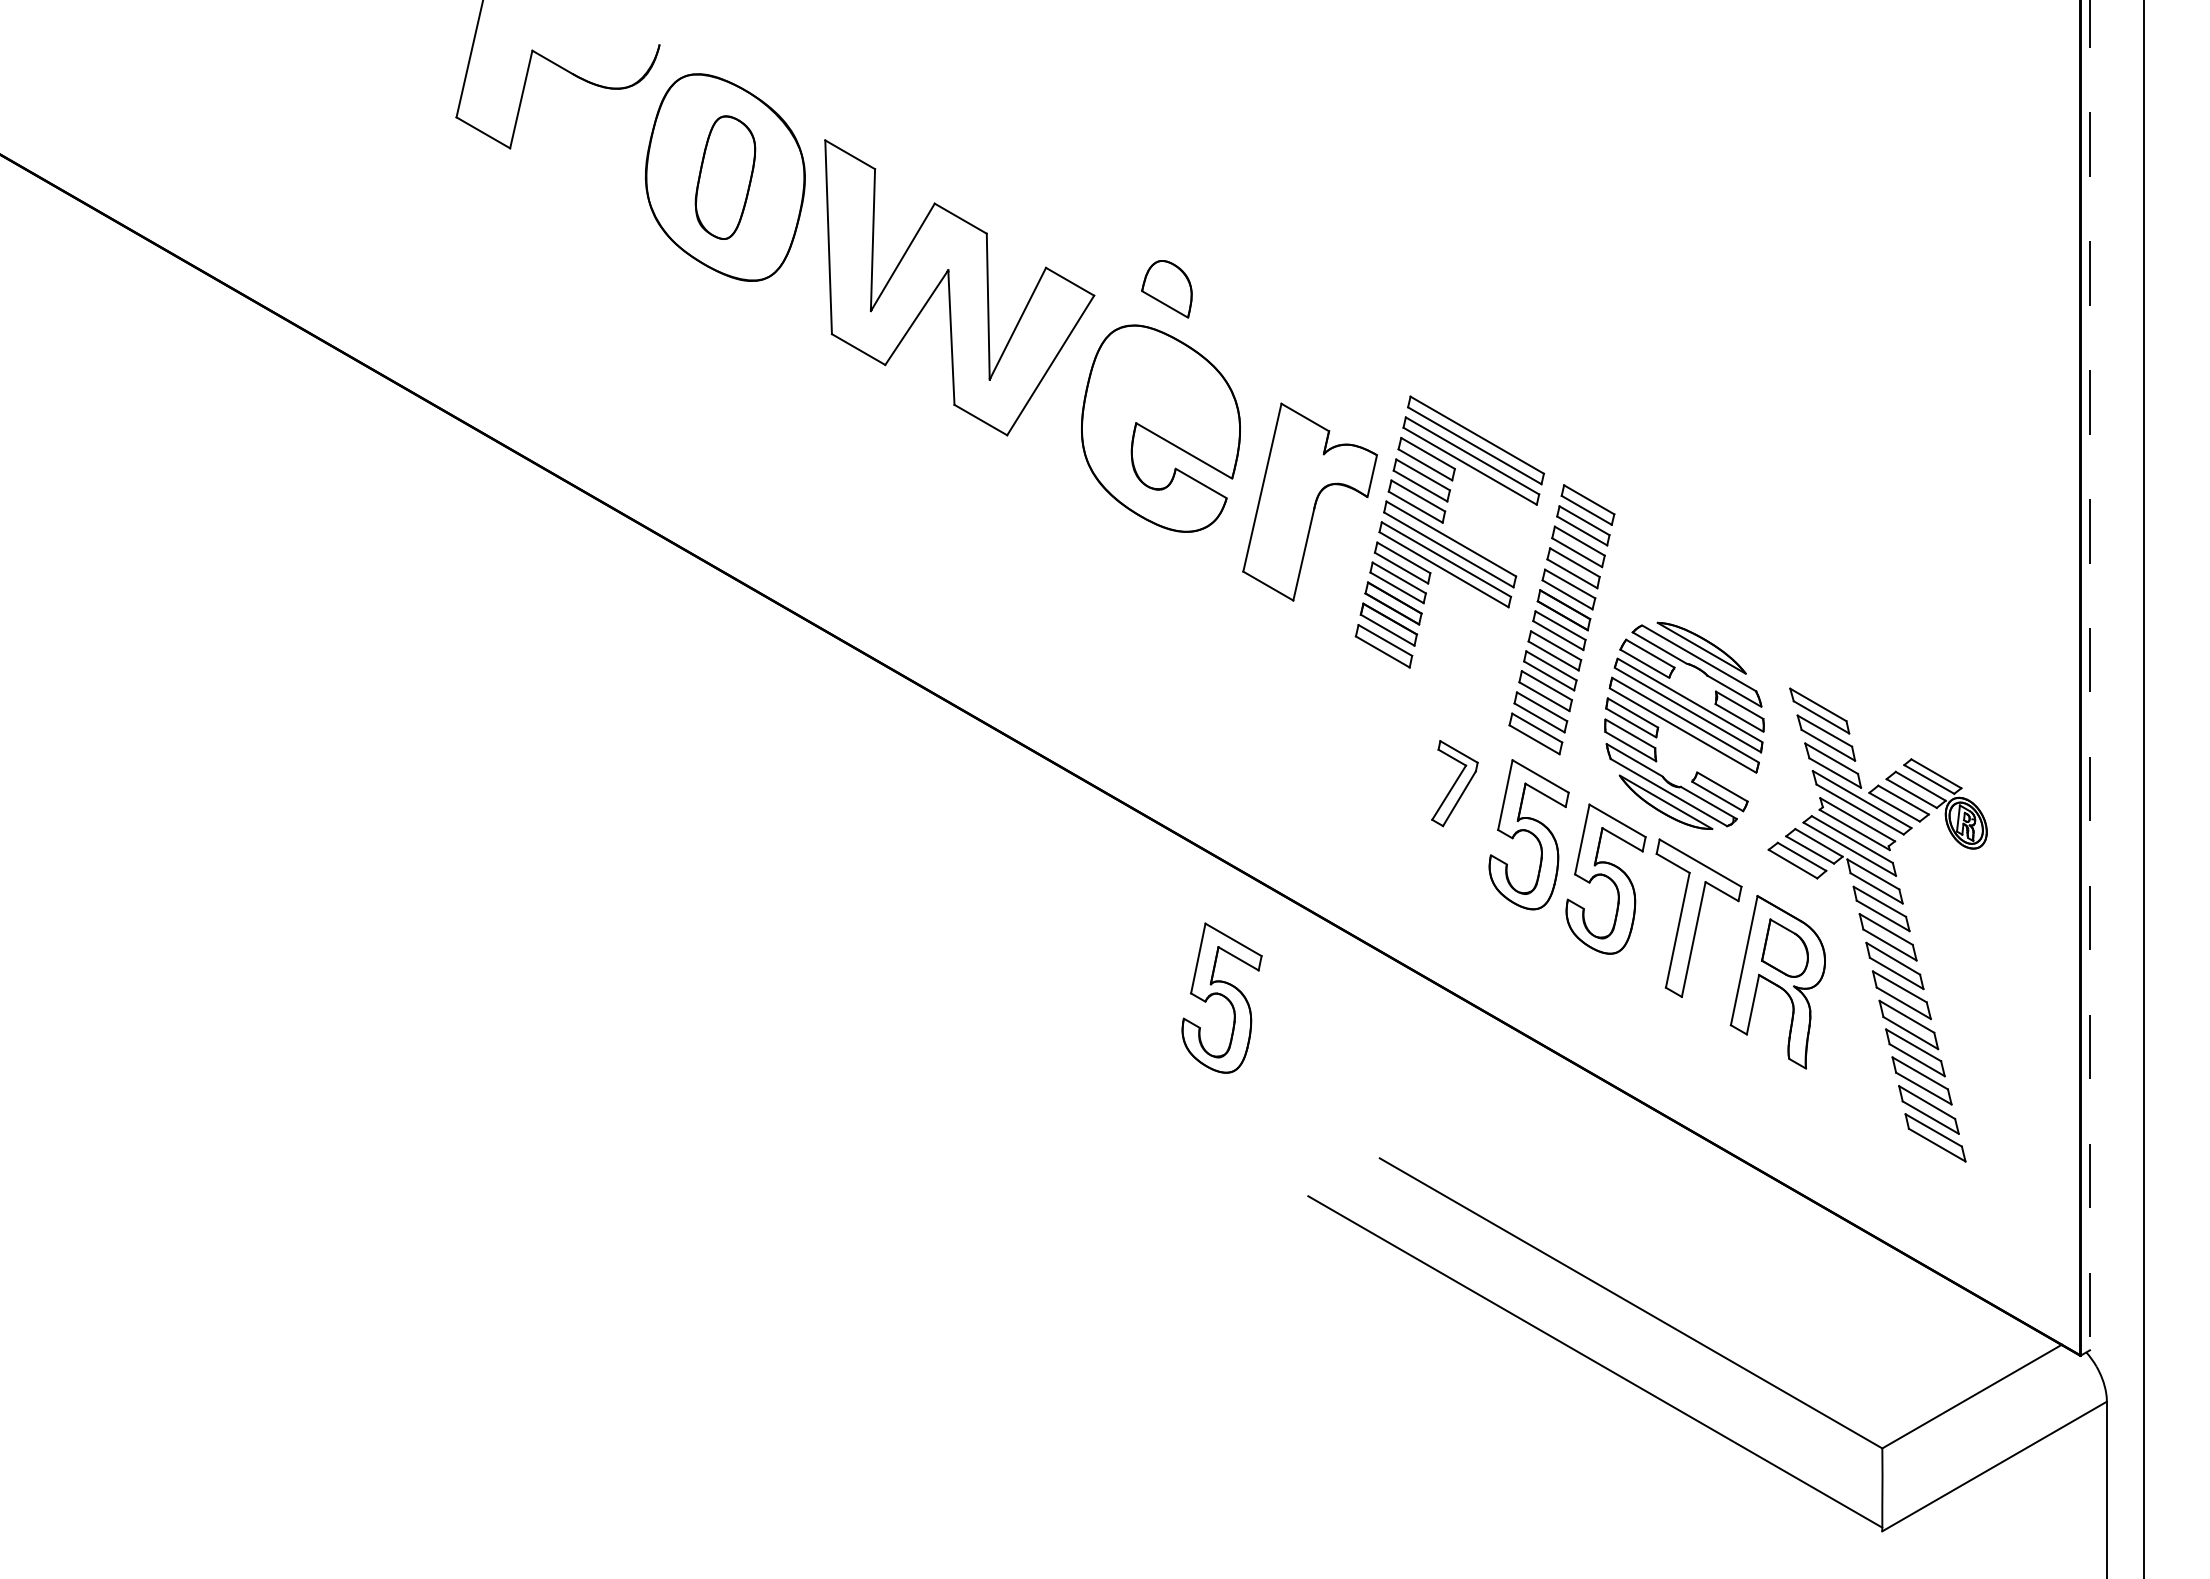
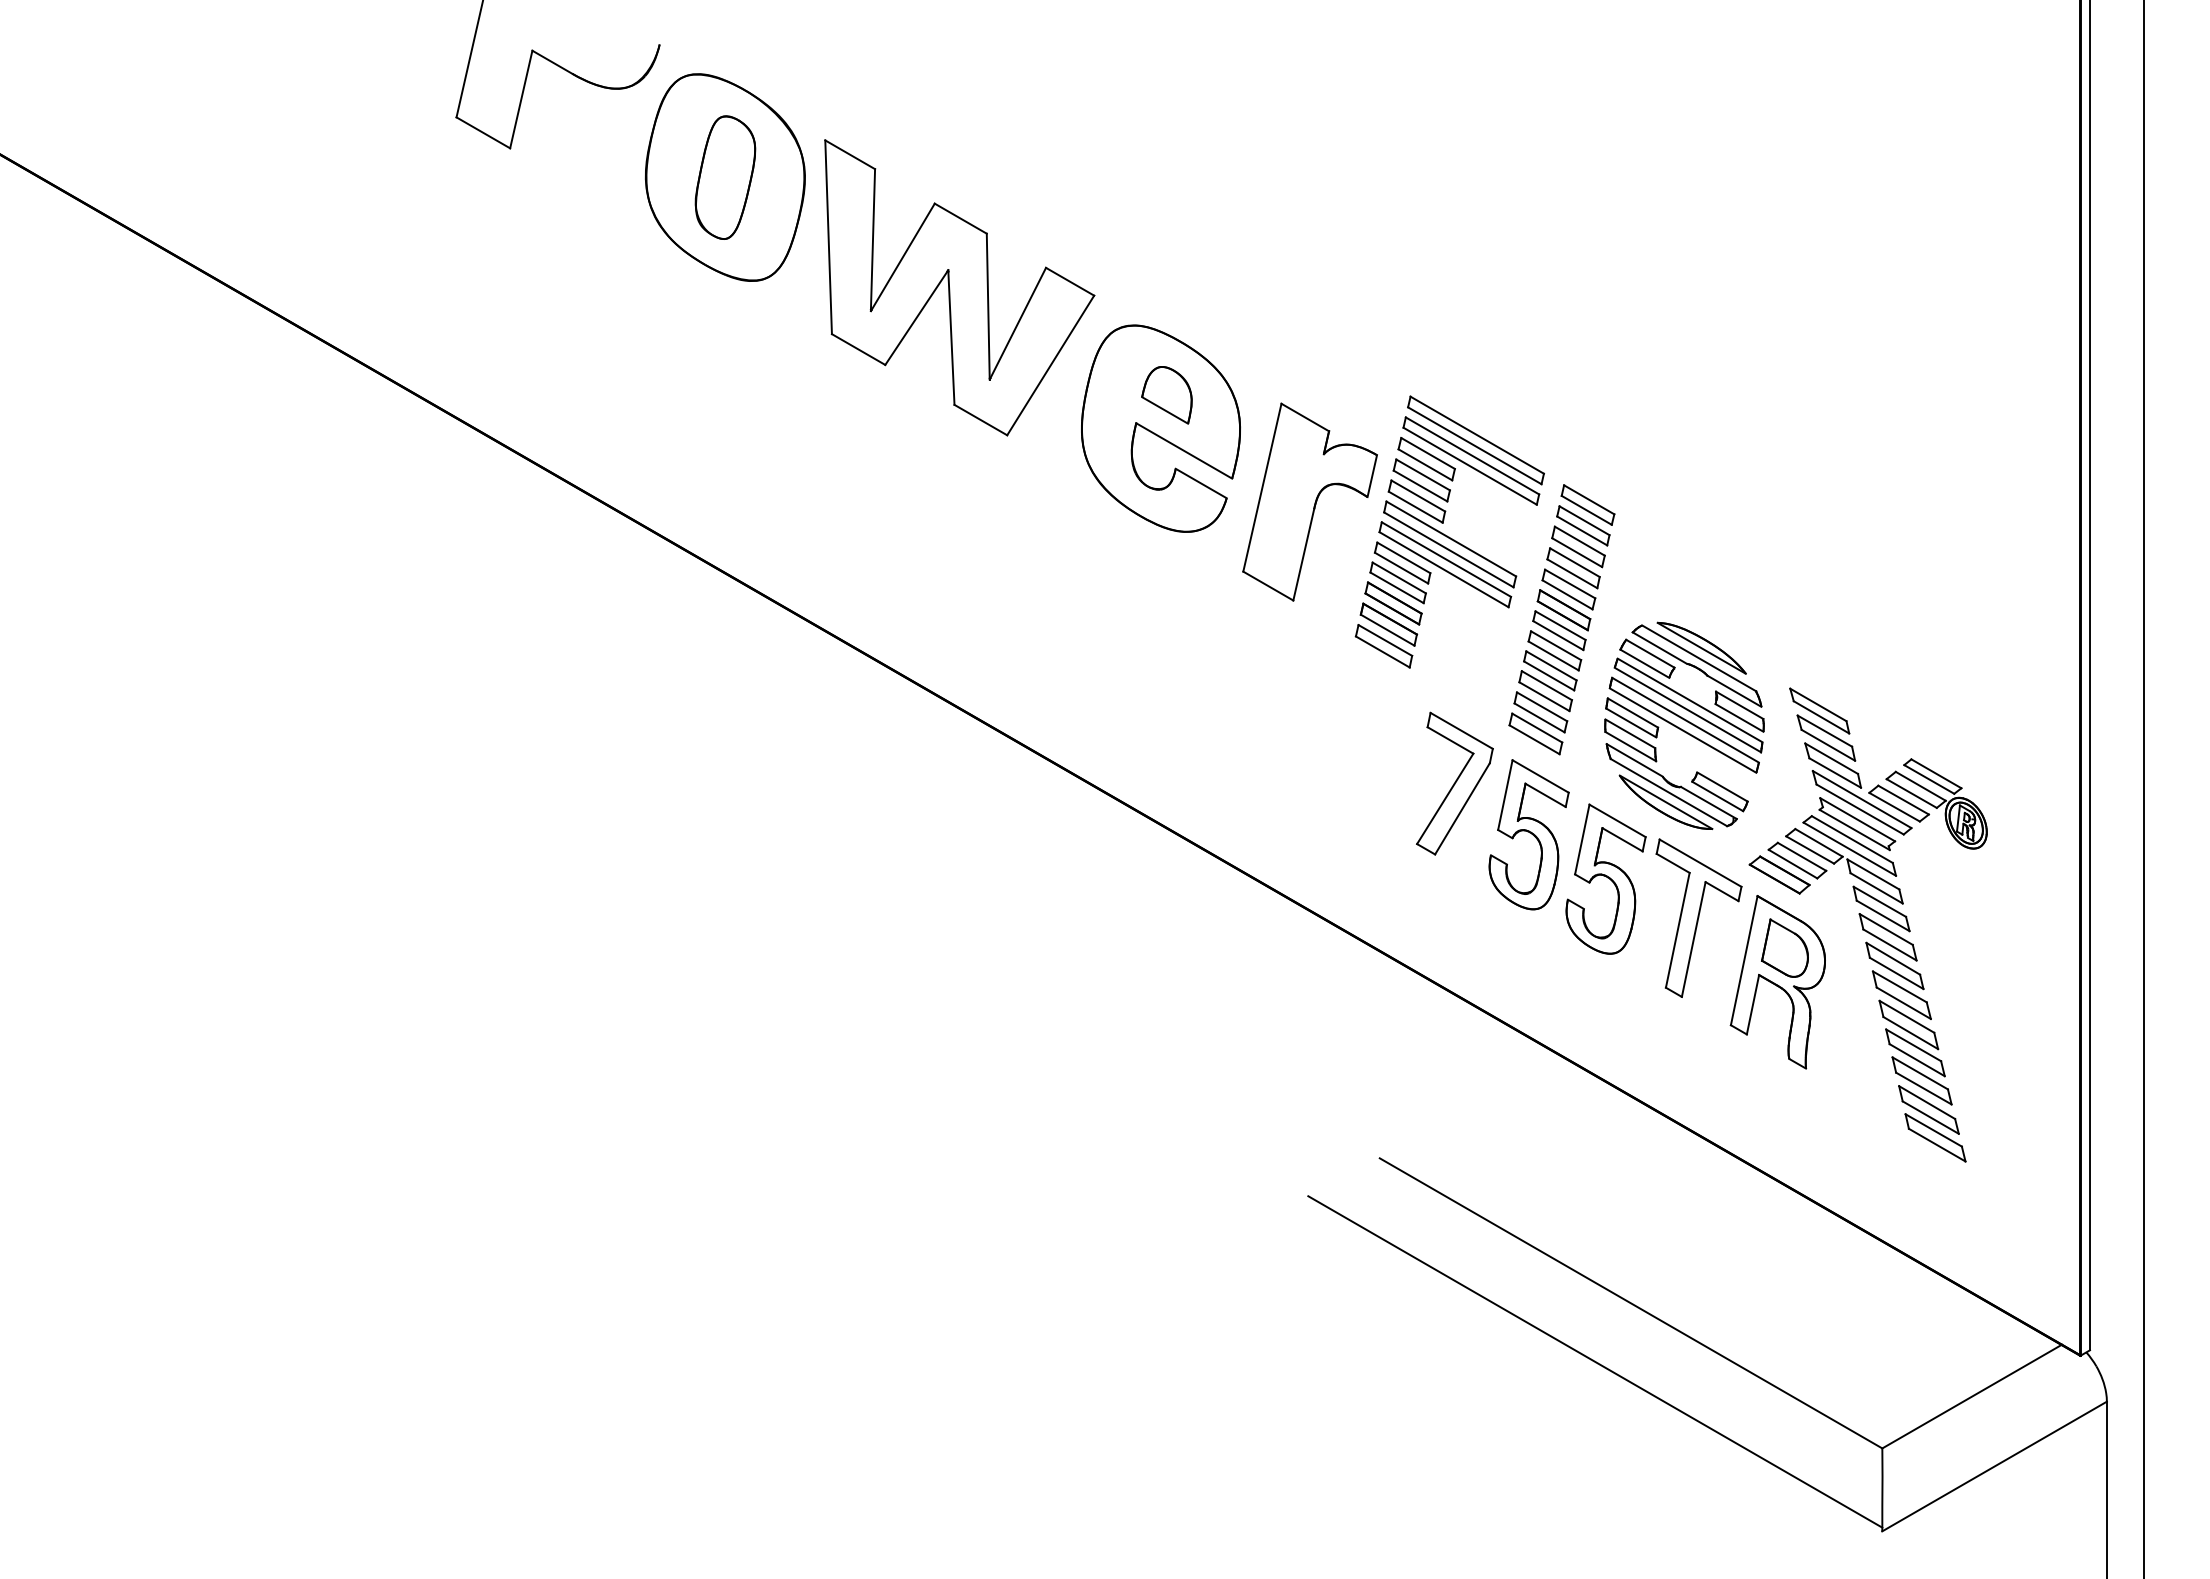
part at (1166, 289) position: (1166, 289) -> (1166, 395)
line at (2089, 676): dashed -> solid
part at (1454, 783) size: 48x88 px -> 78x145 px
part at (1779, 874): none -> present
part at (1221, 997): present -> none
